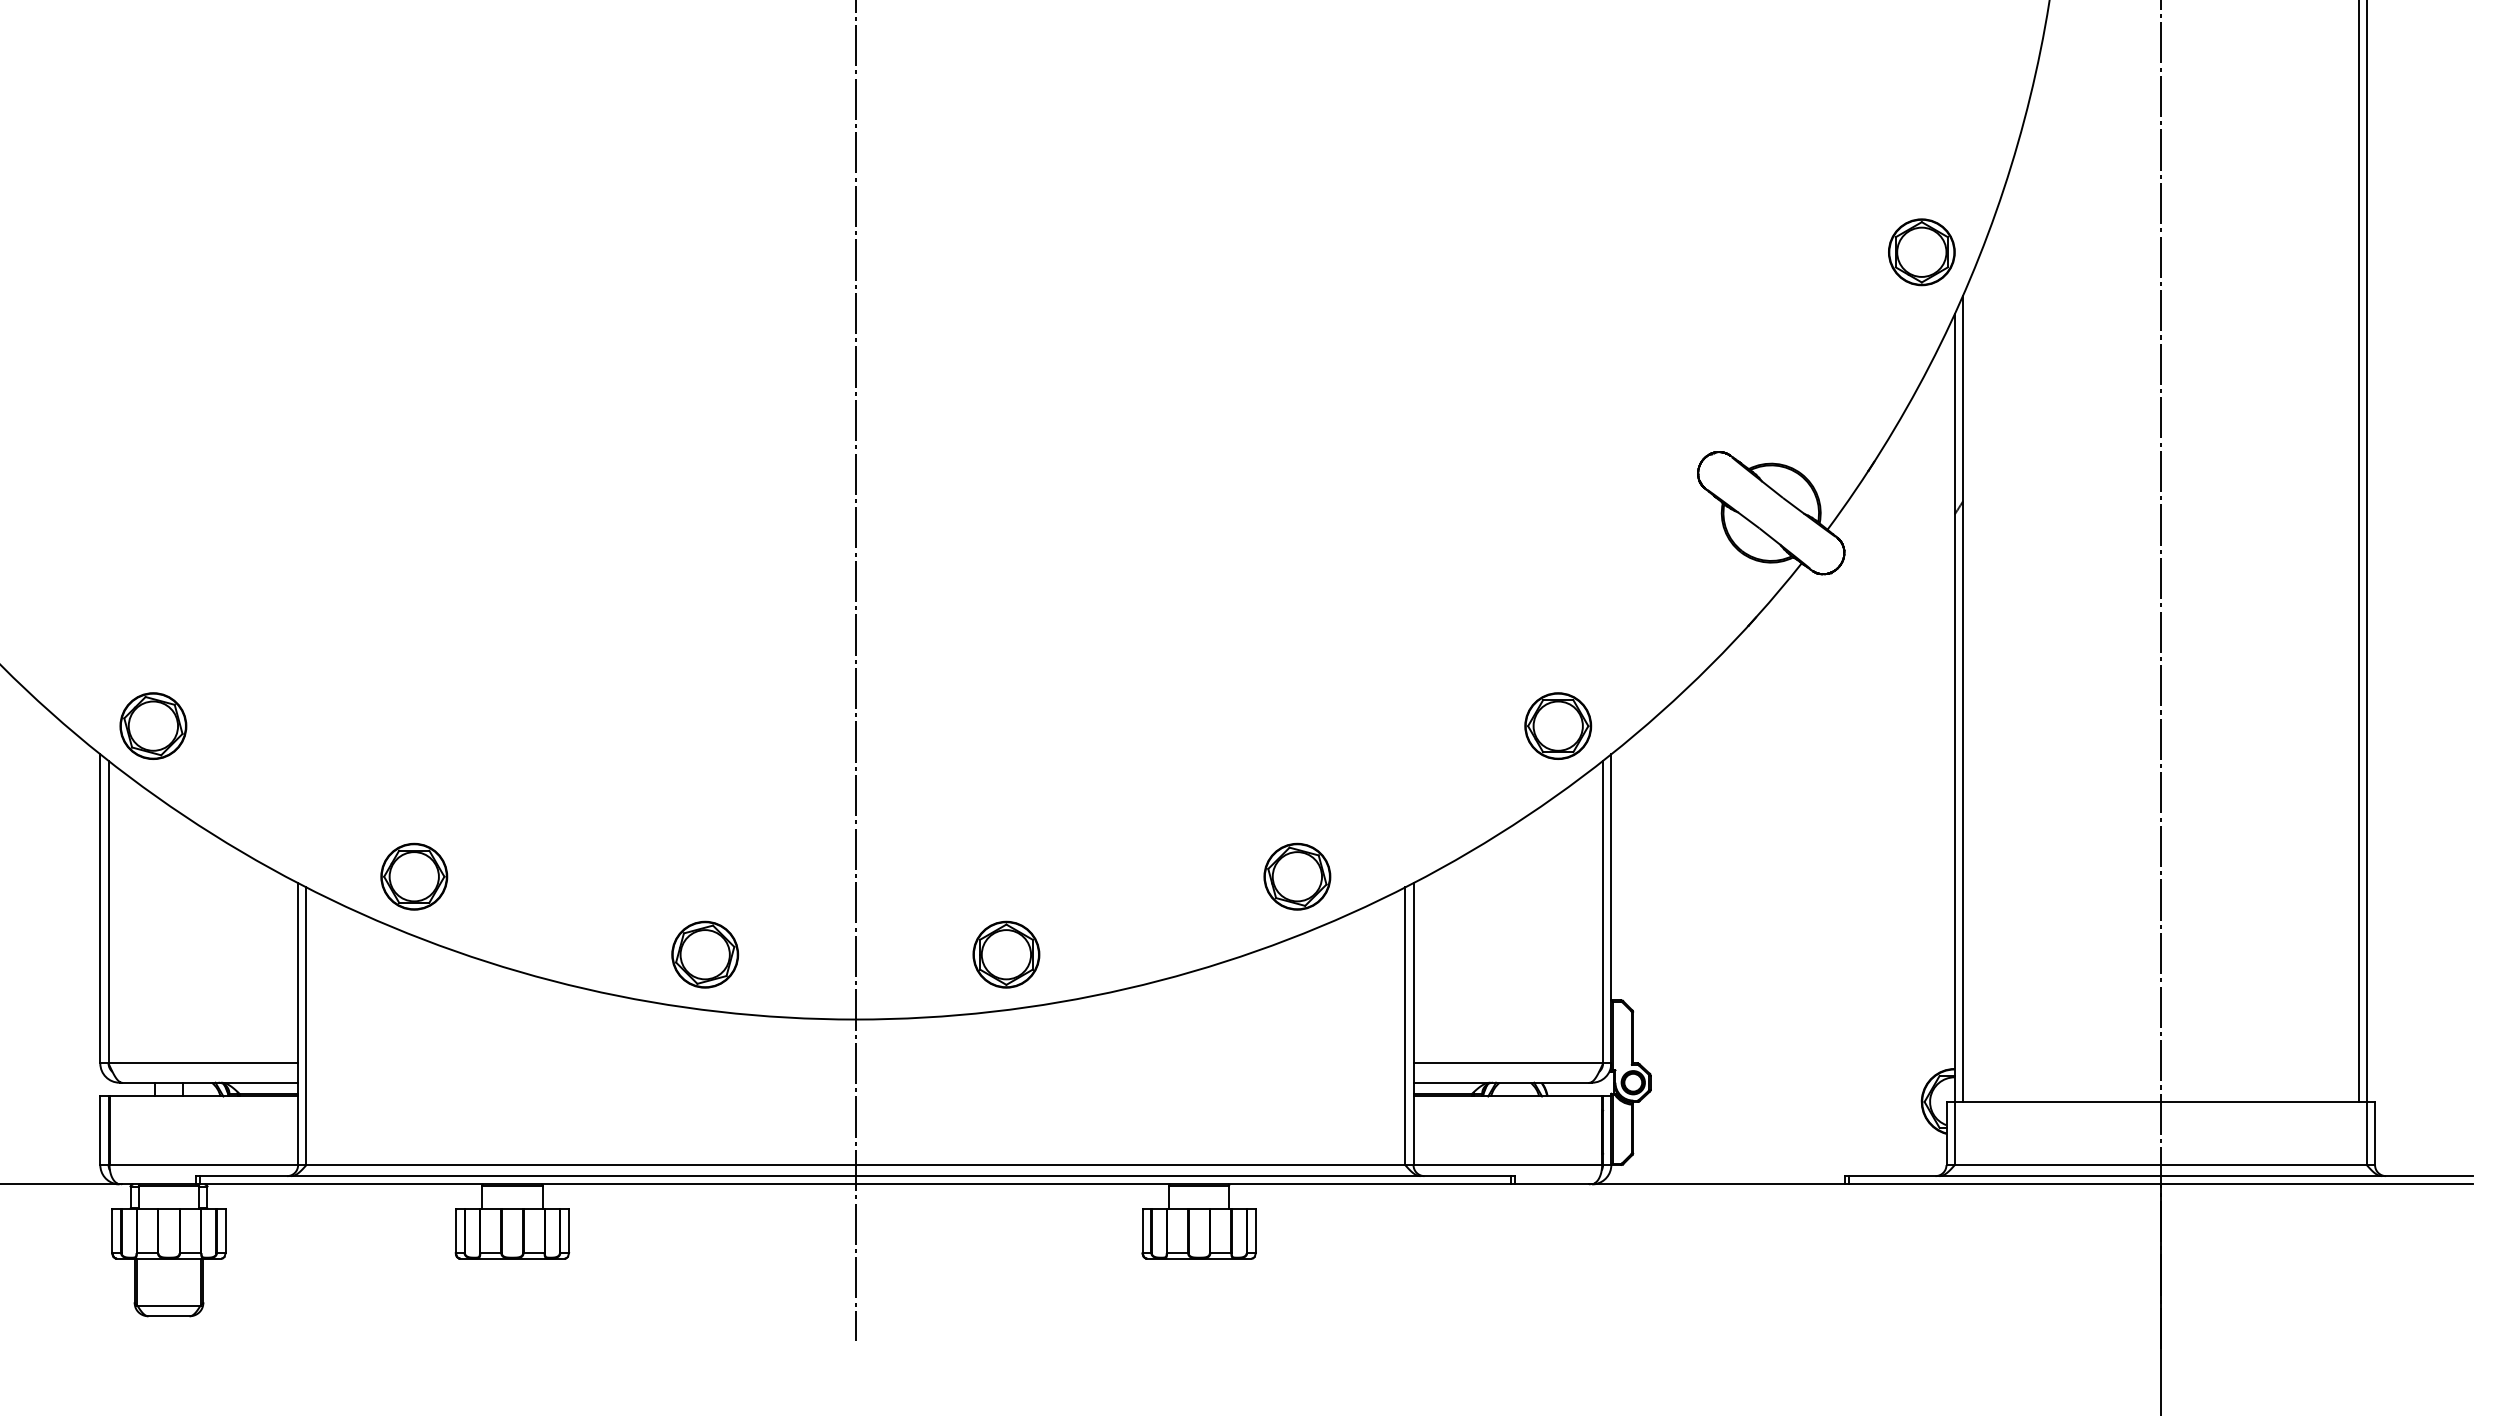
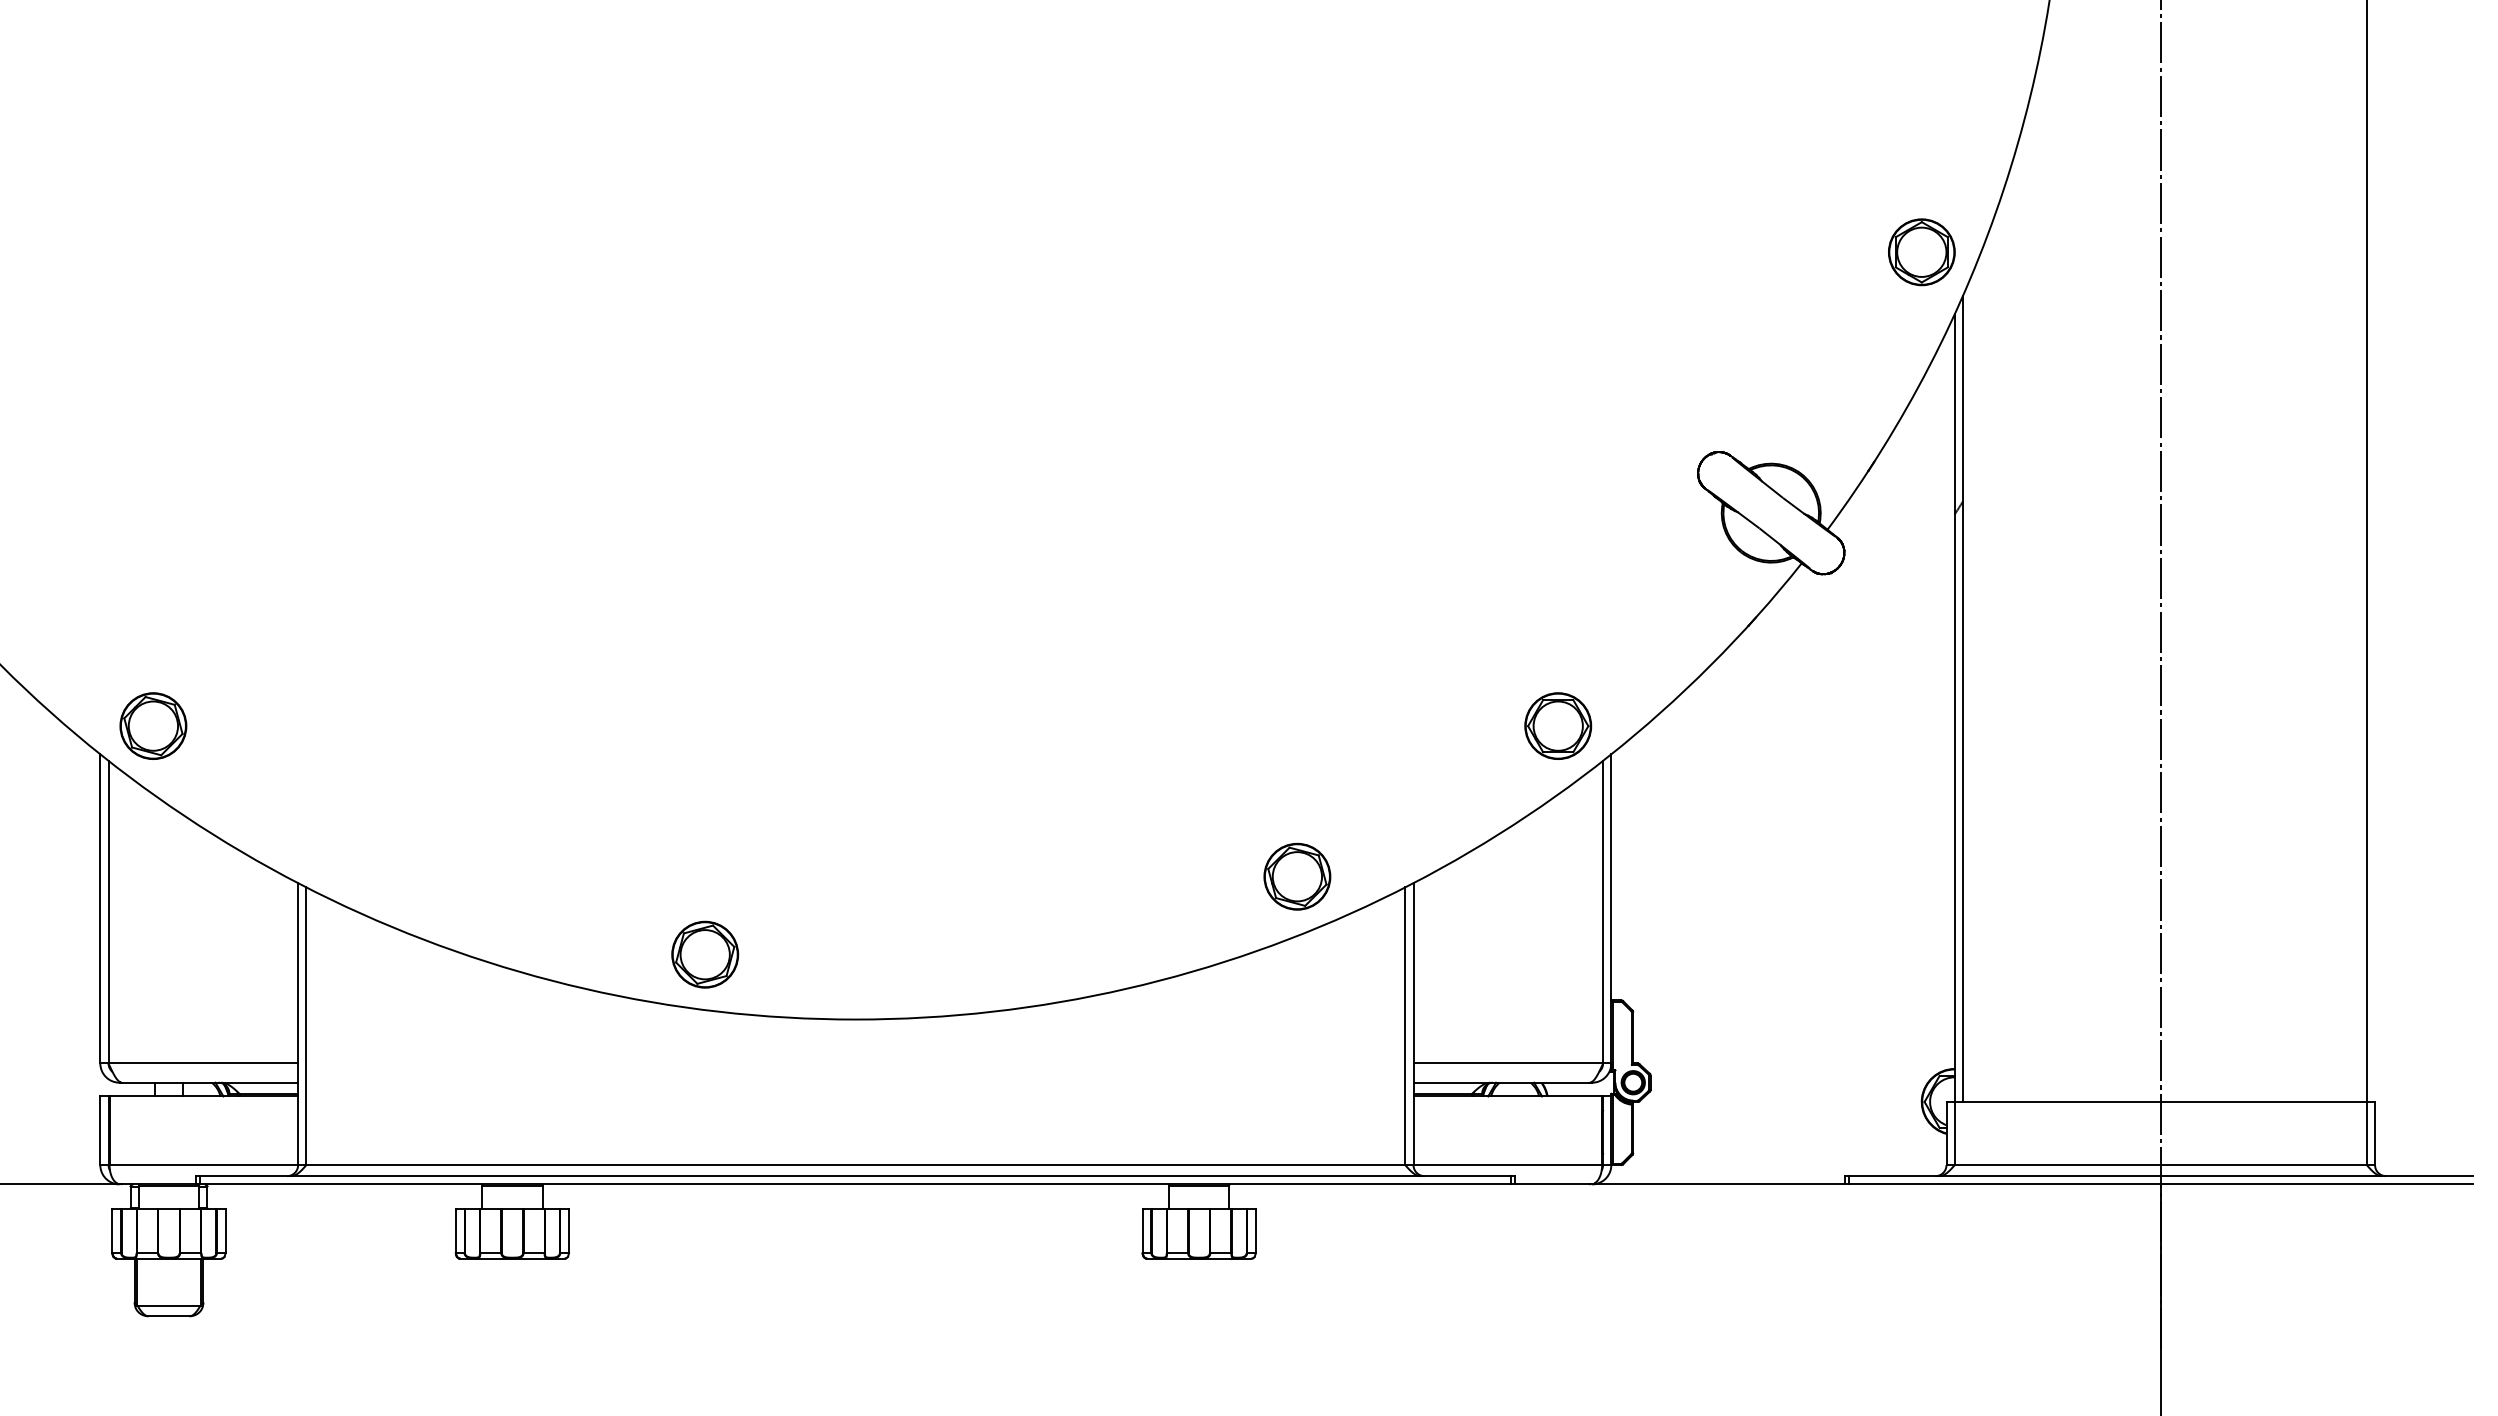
line at (2358, 551): present -> none
line at (855, 671): present -> none
part at (414, 876): present -> none
part at (1006, 954): present -> none
